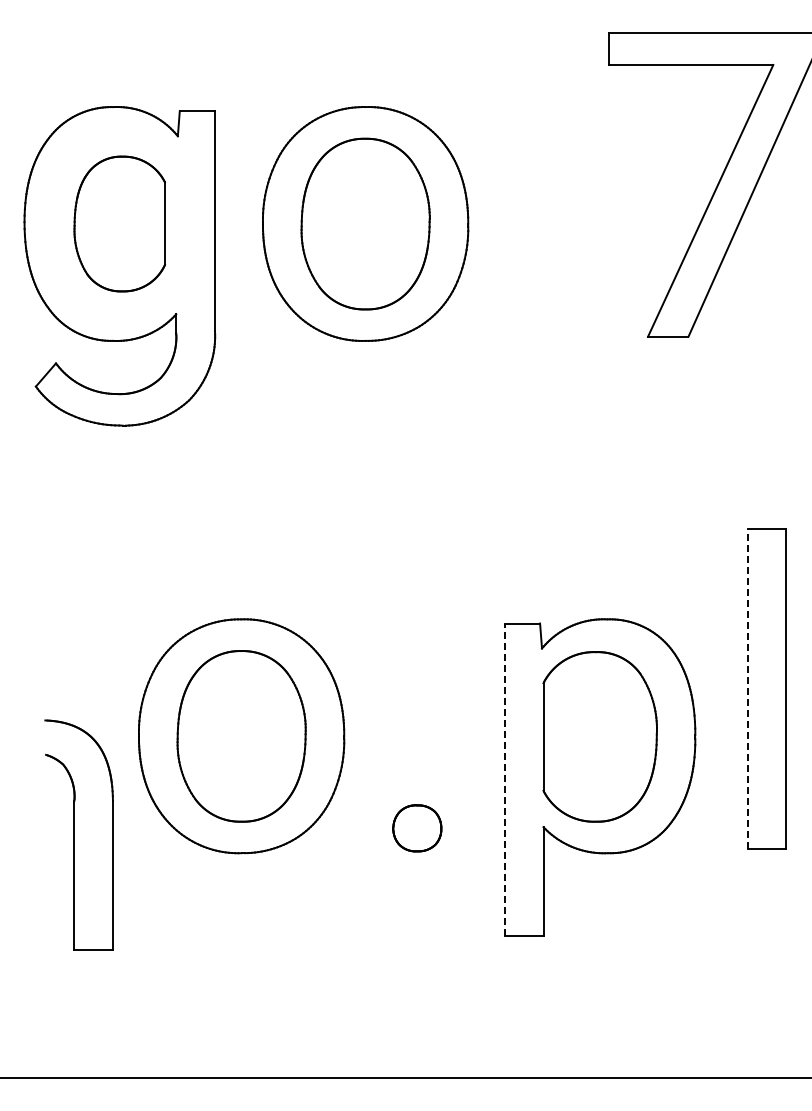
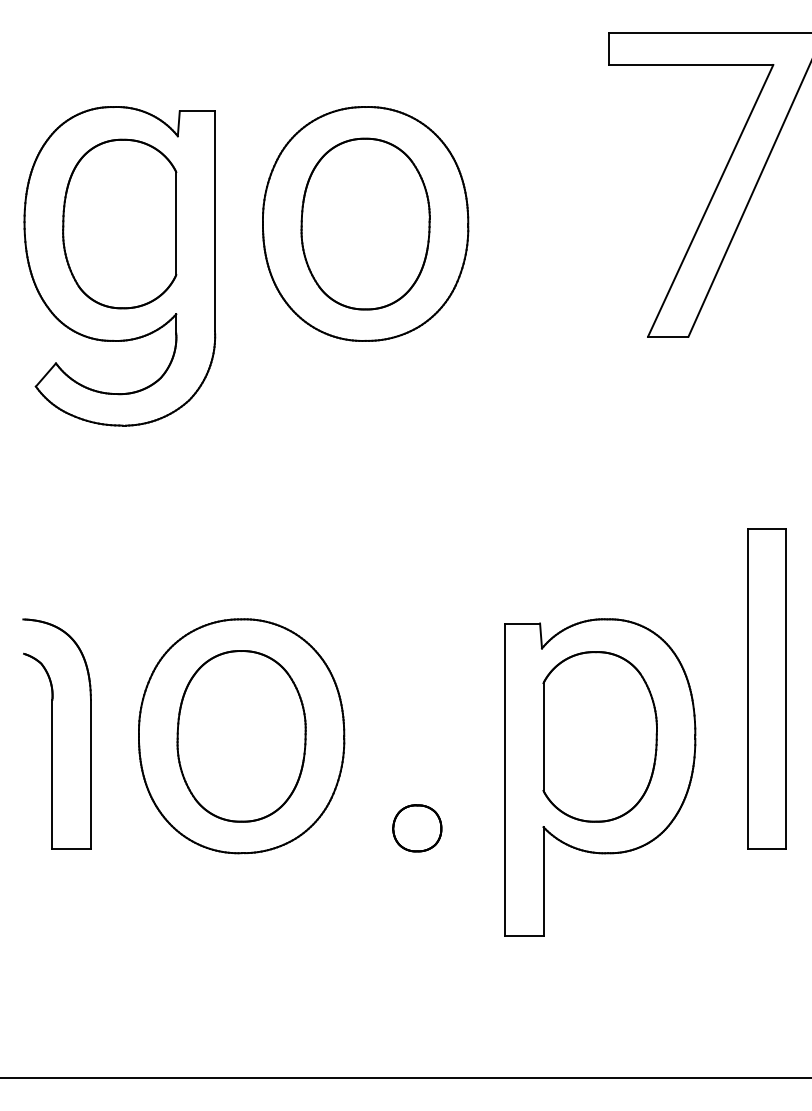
part at (119, 223) size: 93x138 px -> 116x172 px
line at (747, 688): dashed -> solid
line at (504, 779): dashed -> solid
part at (78, 834) position: (78, 834) -> (56, 733)
